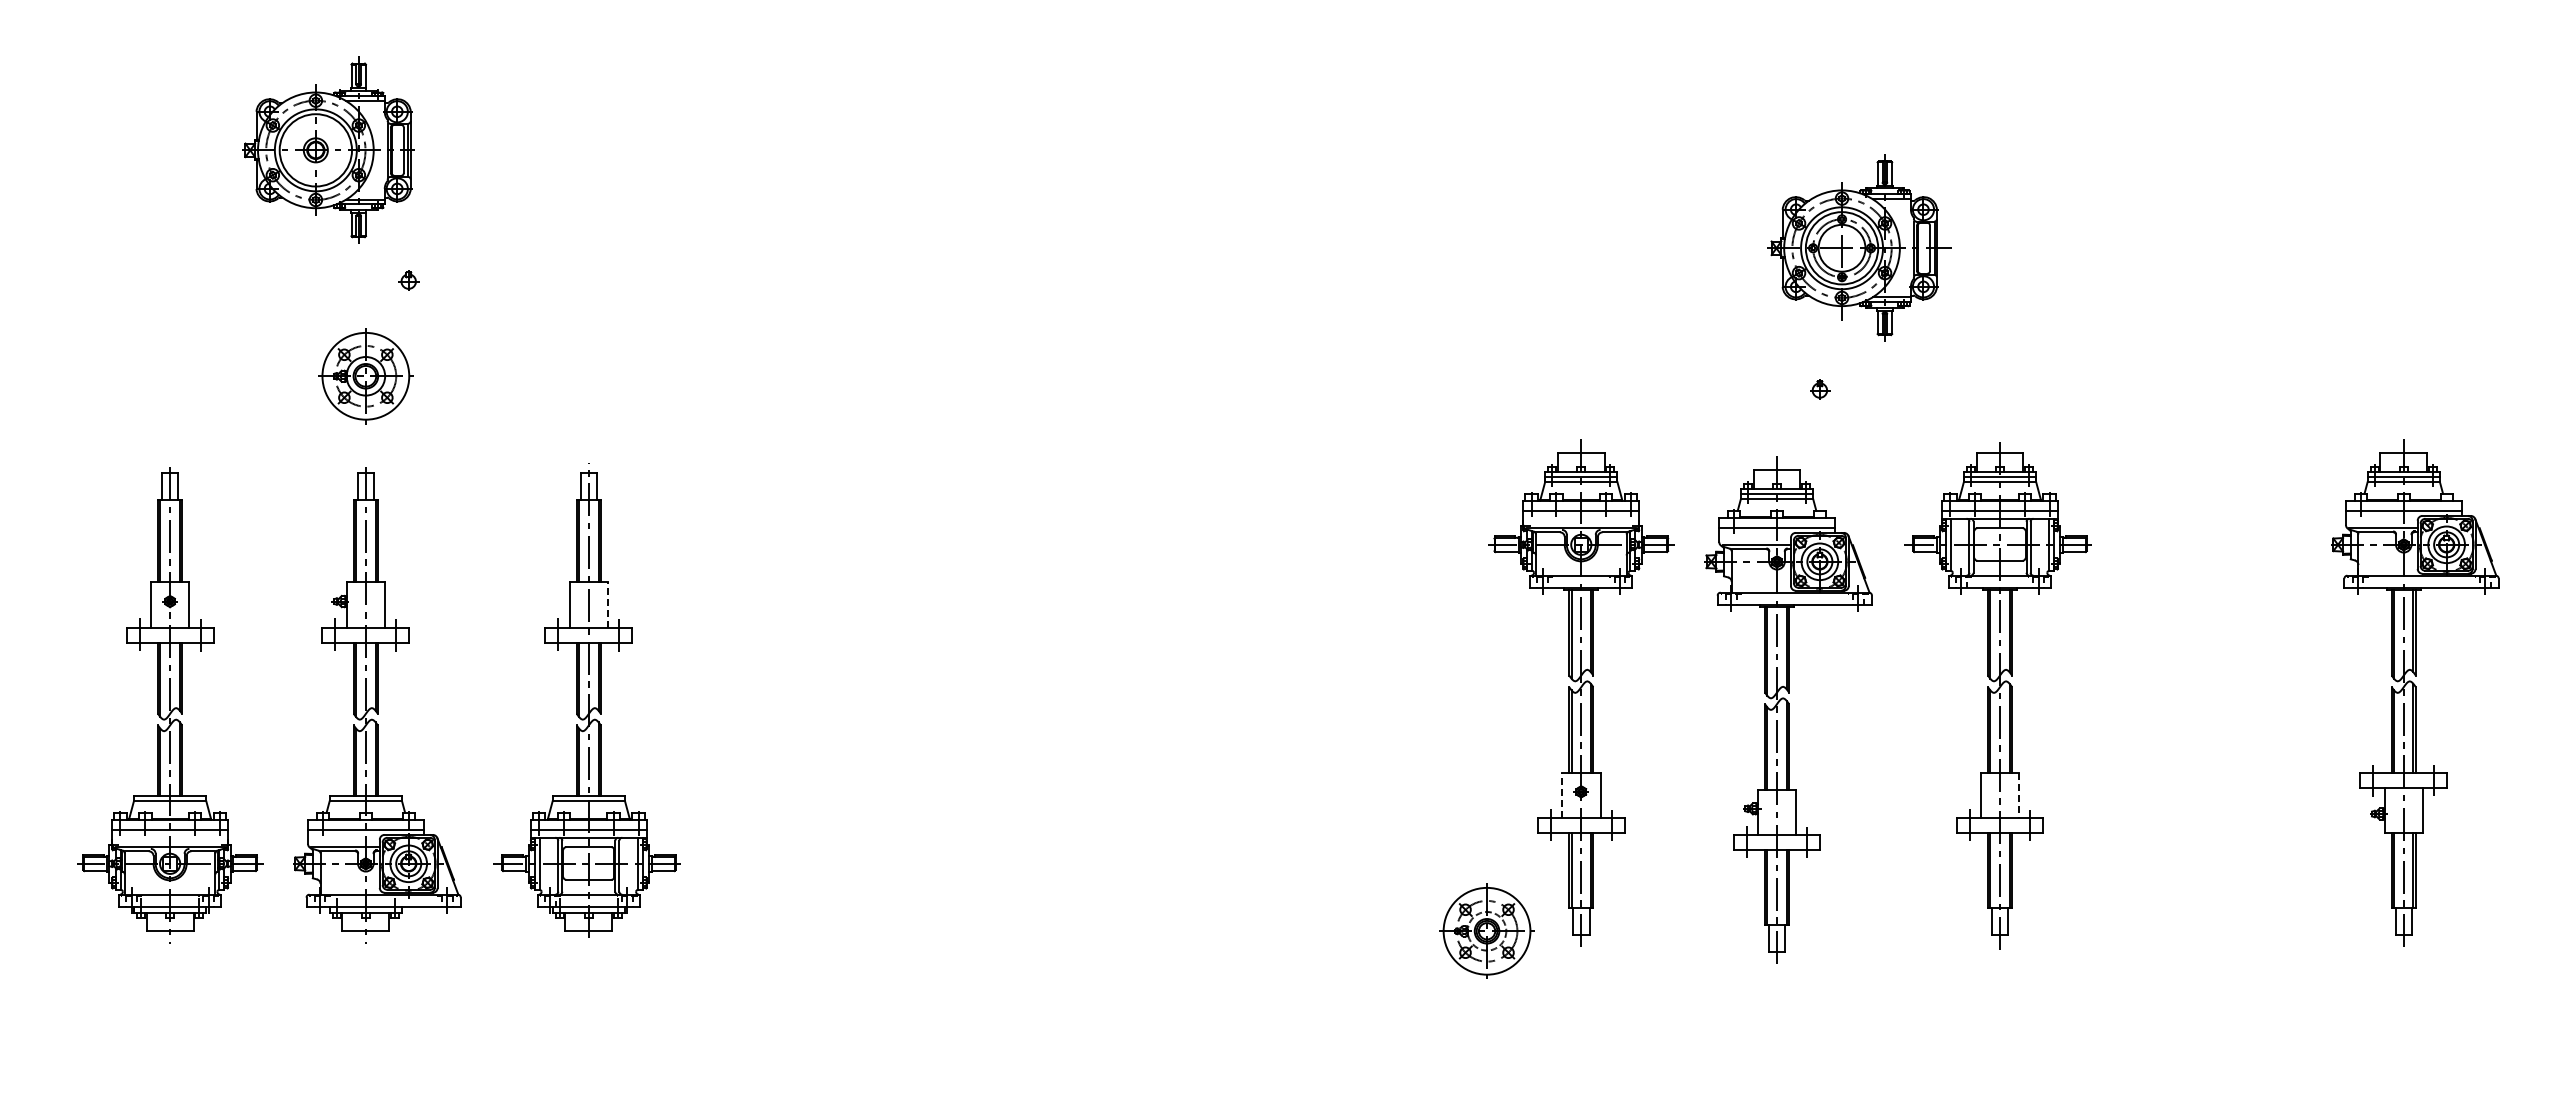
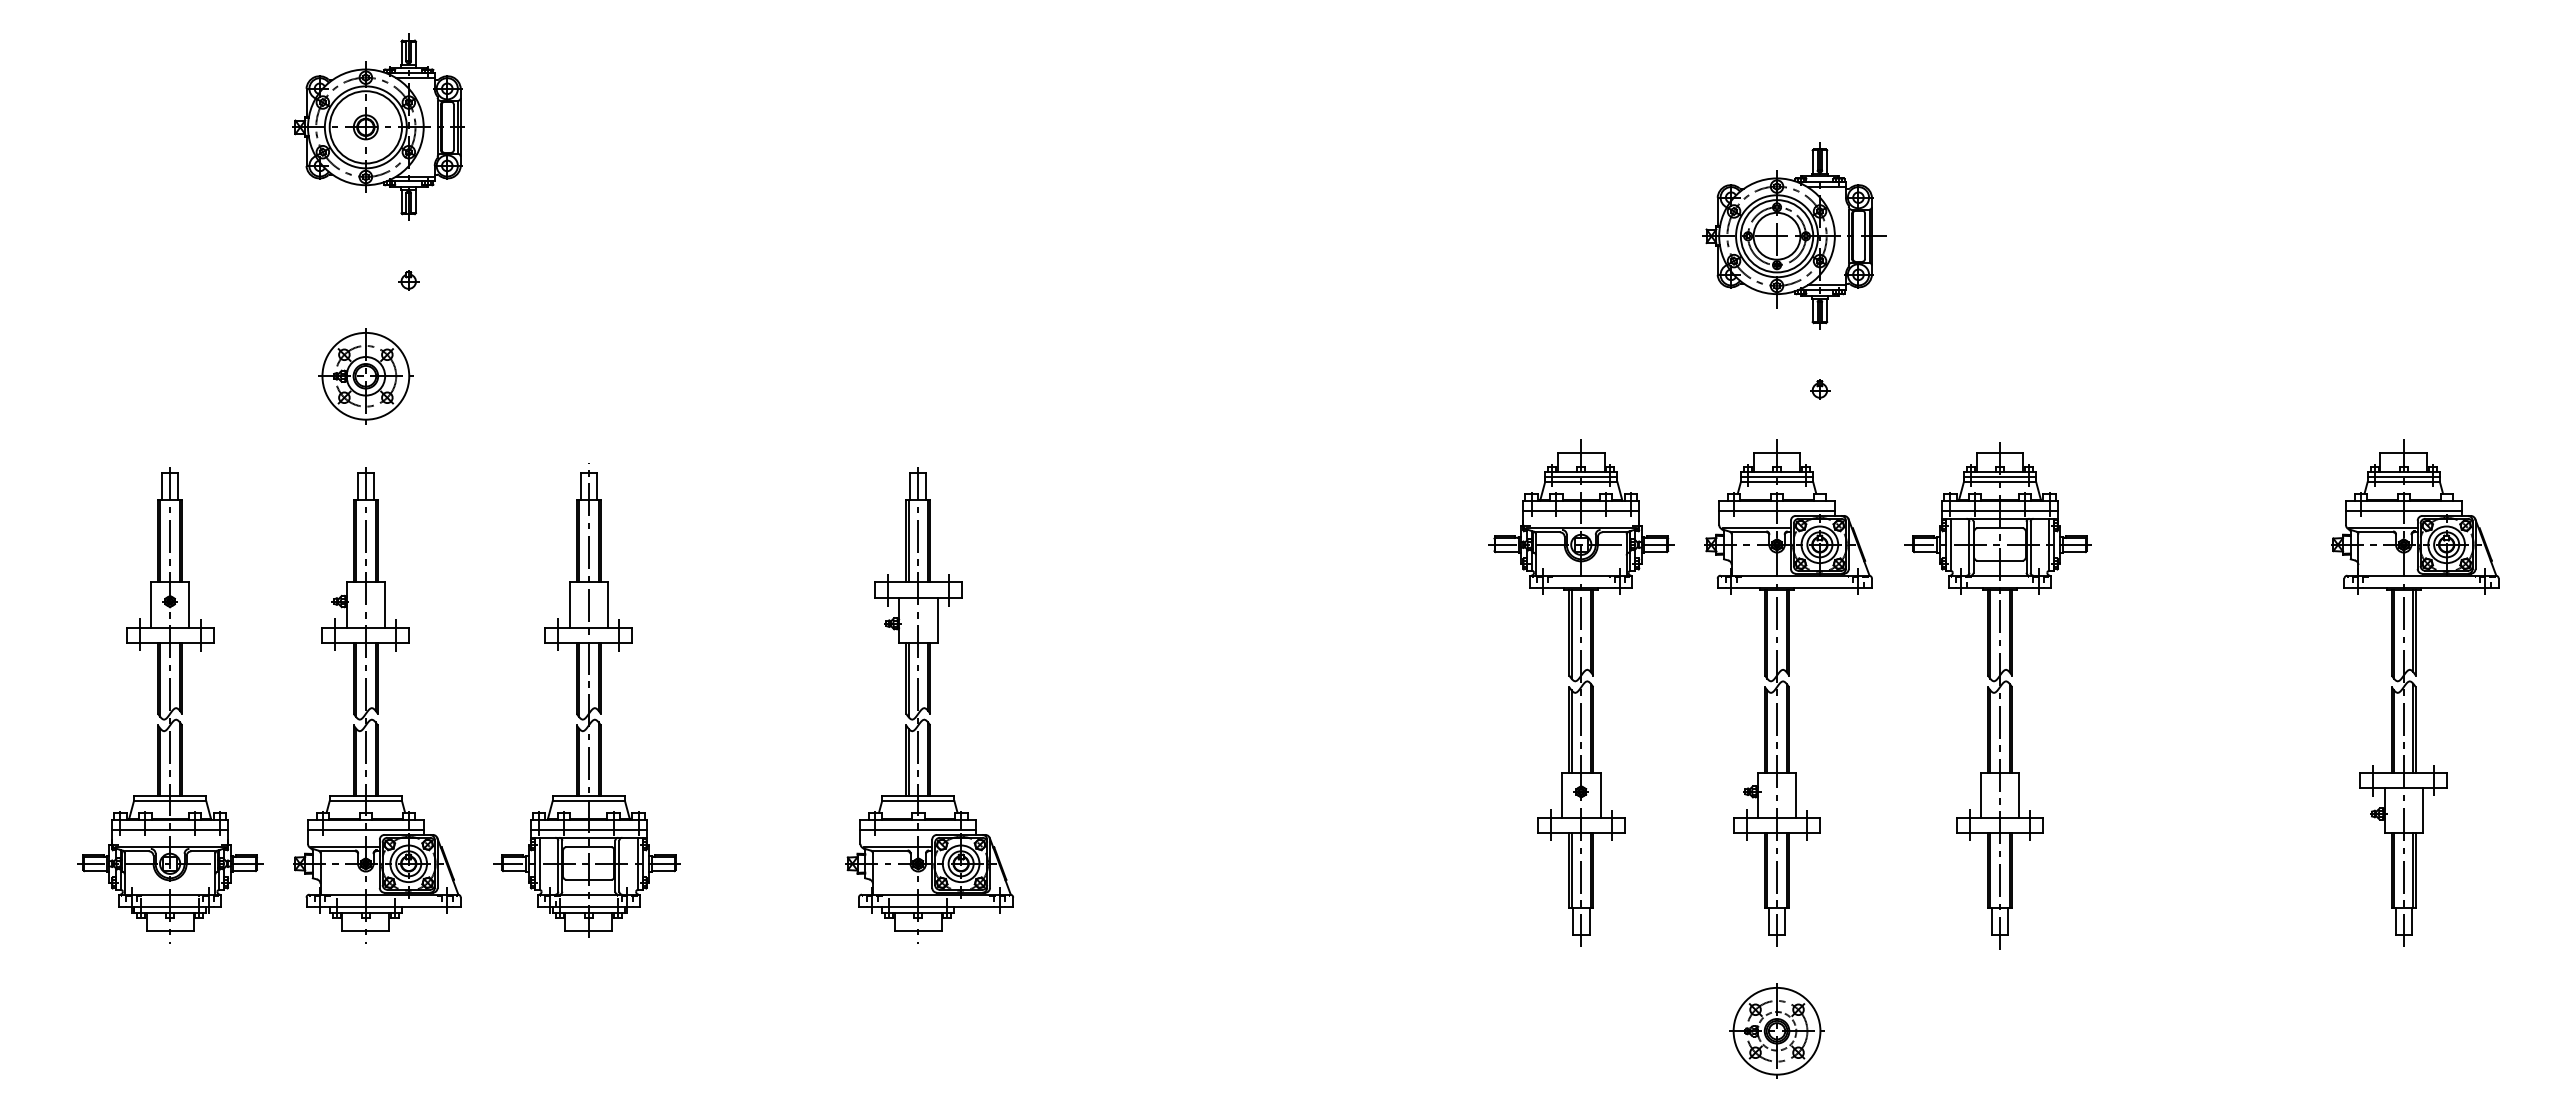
part at (328, 149) position: (328, 149) -> (378, 126)
part at (1859, 247) position: (1859, 247) -> (1794, 235)
line at (608, 604): dashed -> solid
part at (929, 705): none -> present
part at (1788, 709) position: (1788, 709) -> (1788, 692)
line at (1562, 795): dashed -> solid
line at (2019, 795): dashed -> solid
part at (1486, 930) position: (1486, 930) -> (1776, 1030)
